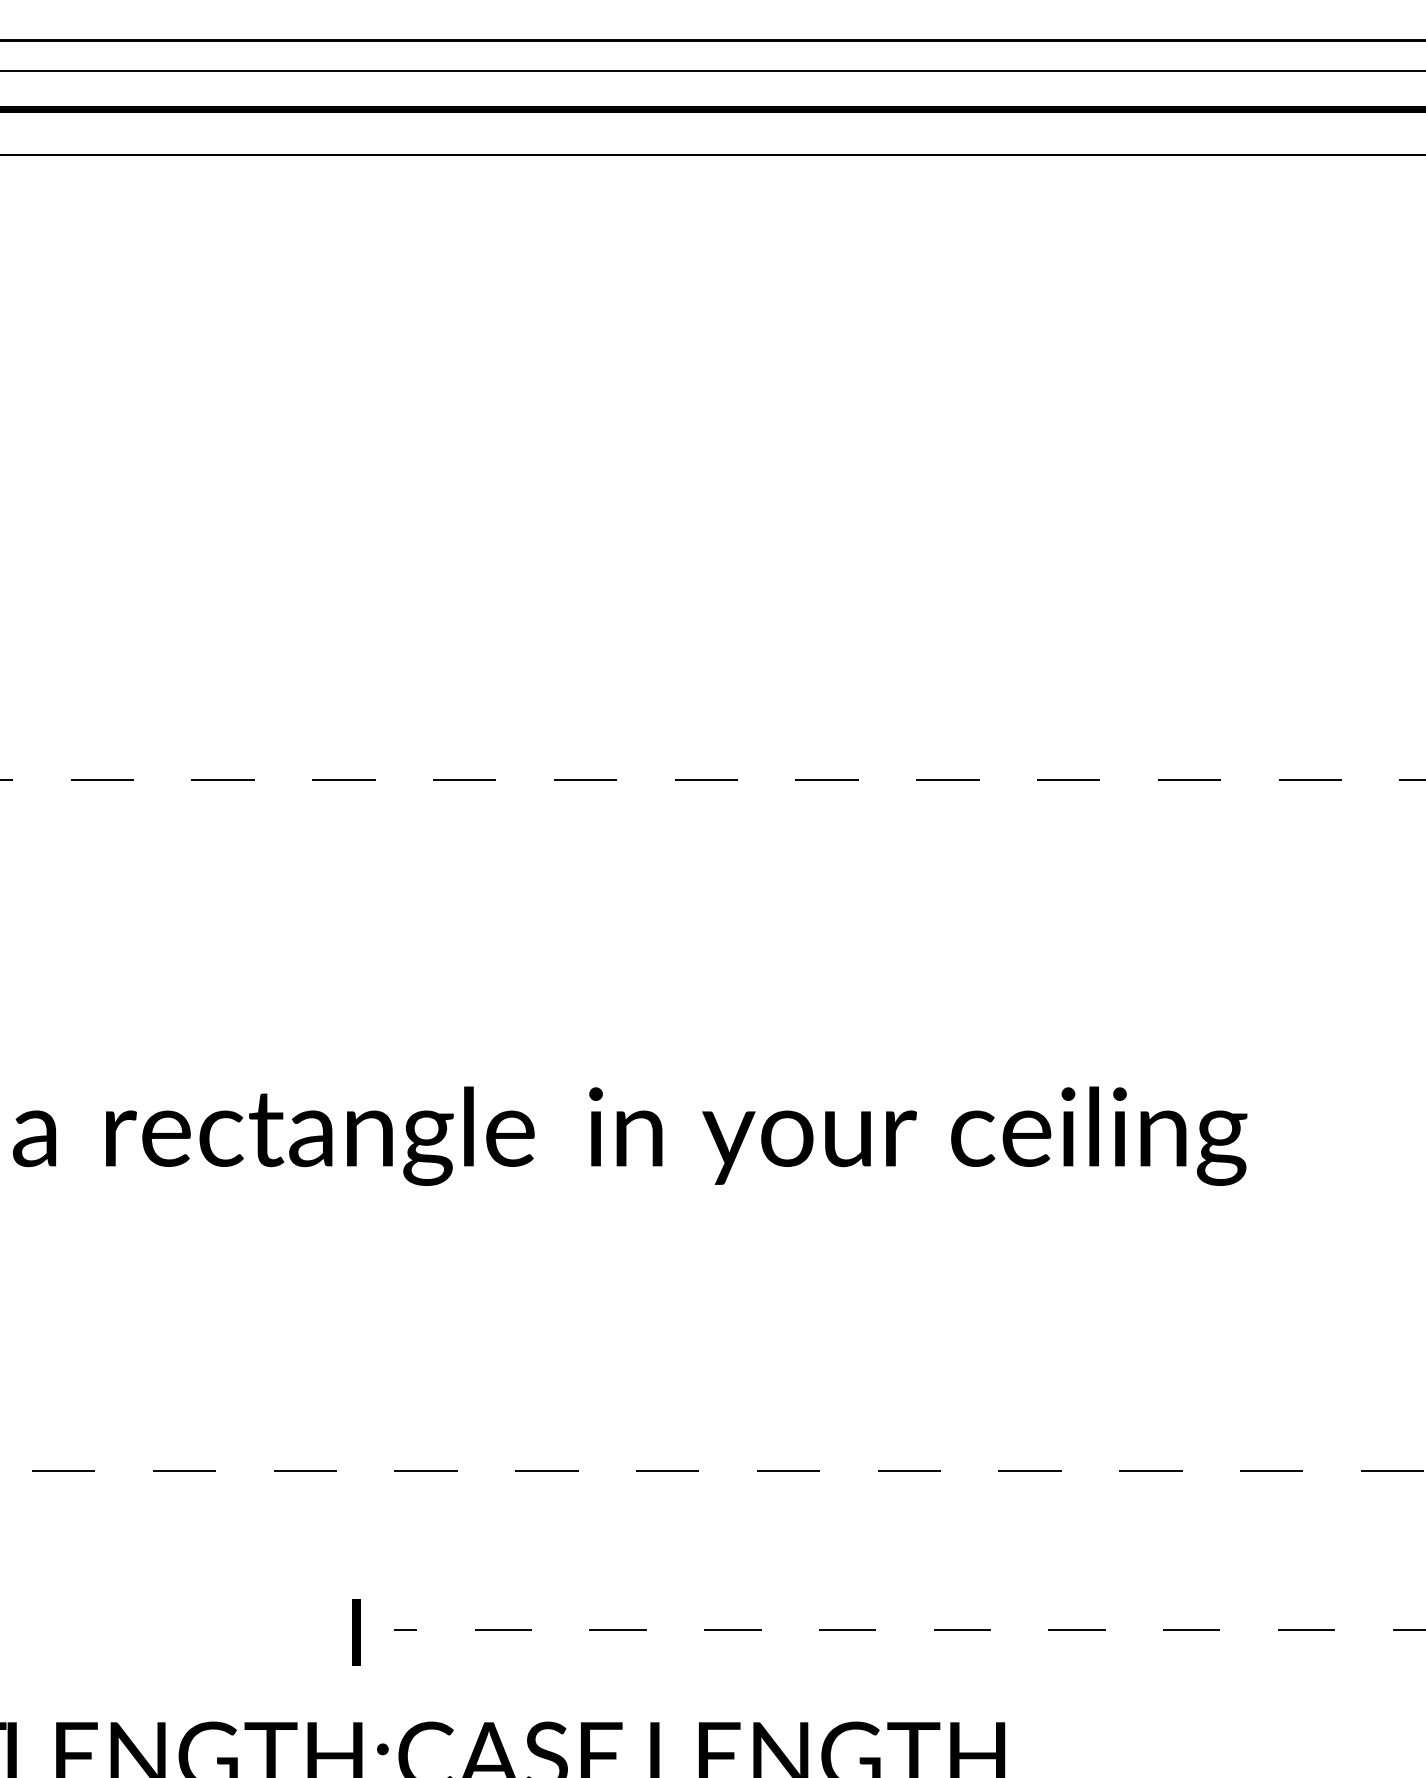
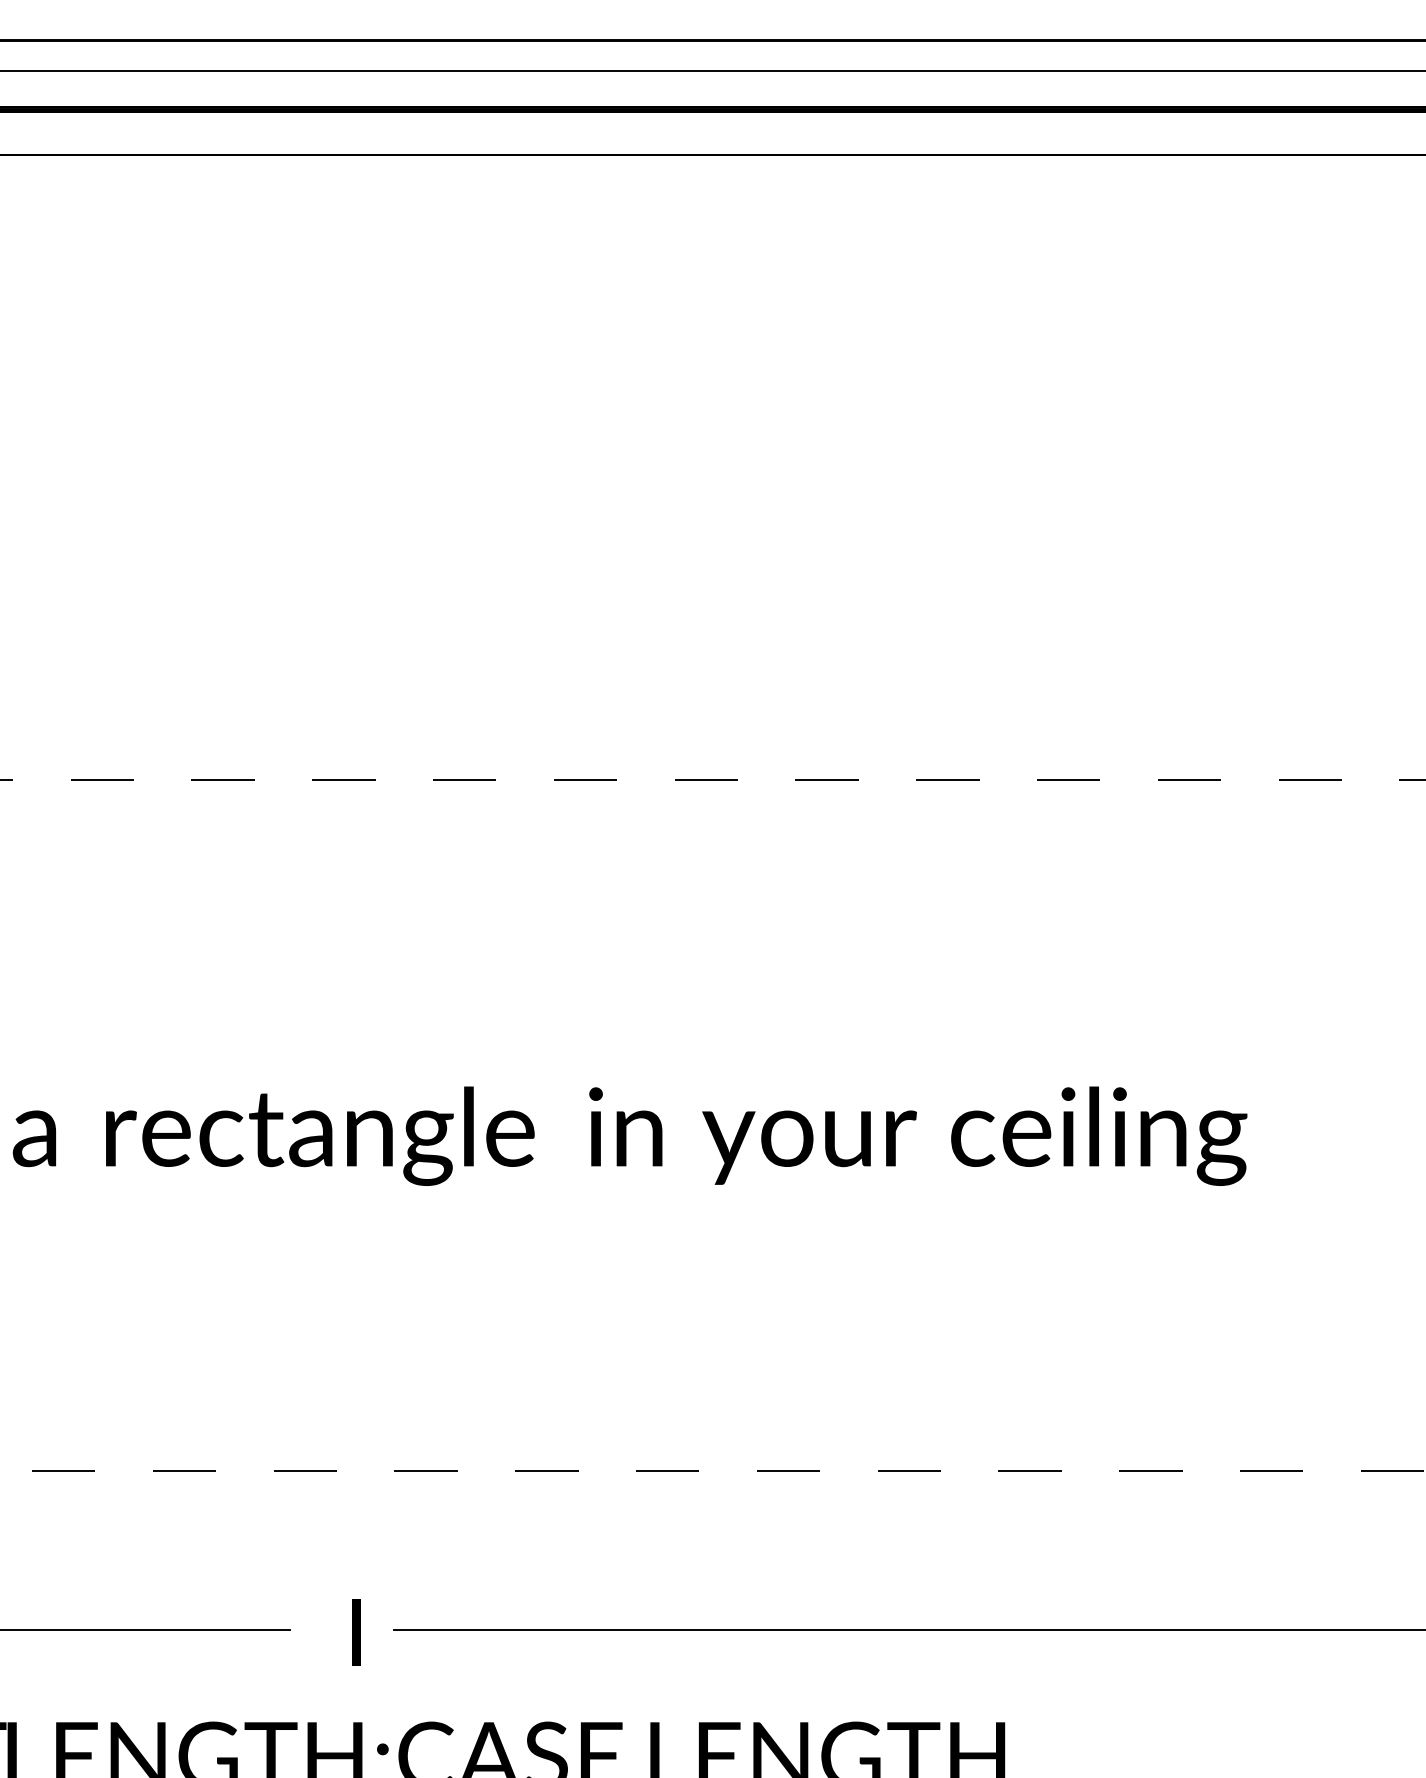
line at (145, 1630): none -> present
line at (909, 1630): dashed -> solid
